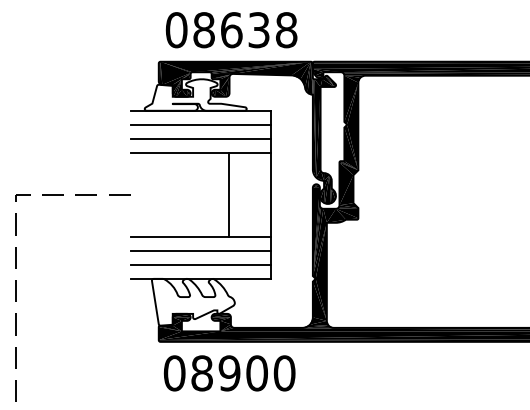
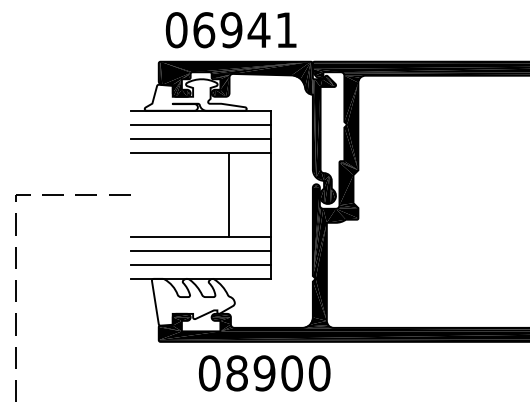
text at (245, 30): 08638 -> 06941
text at (229, 373) position: (229, 373) -> (264, 373)
